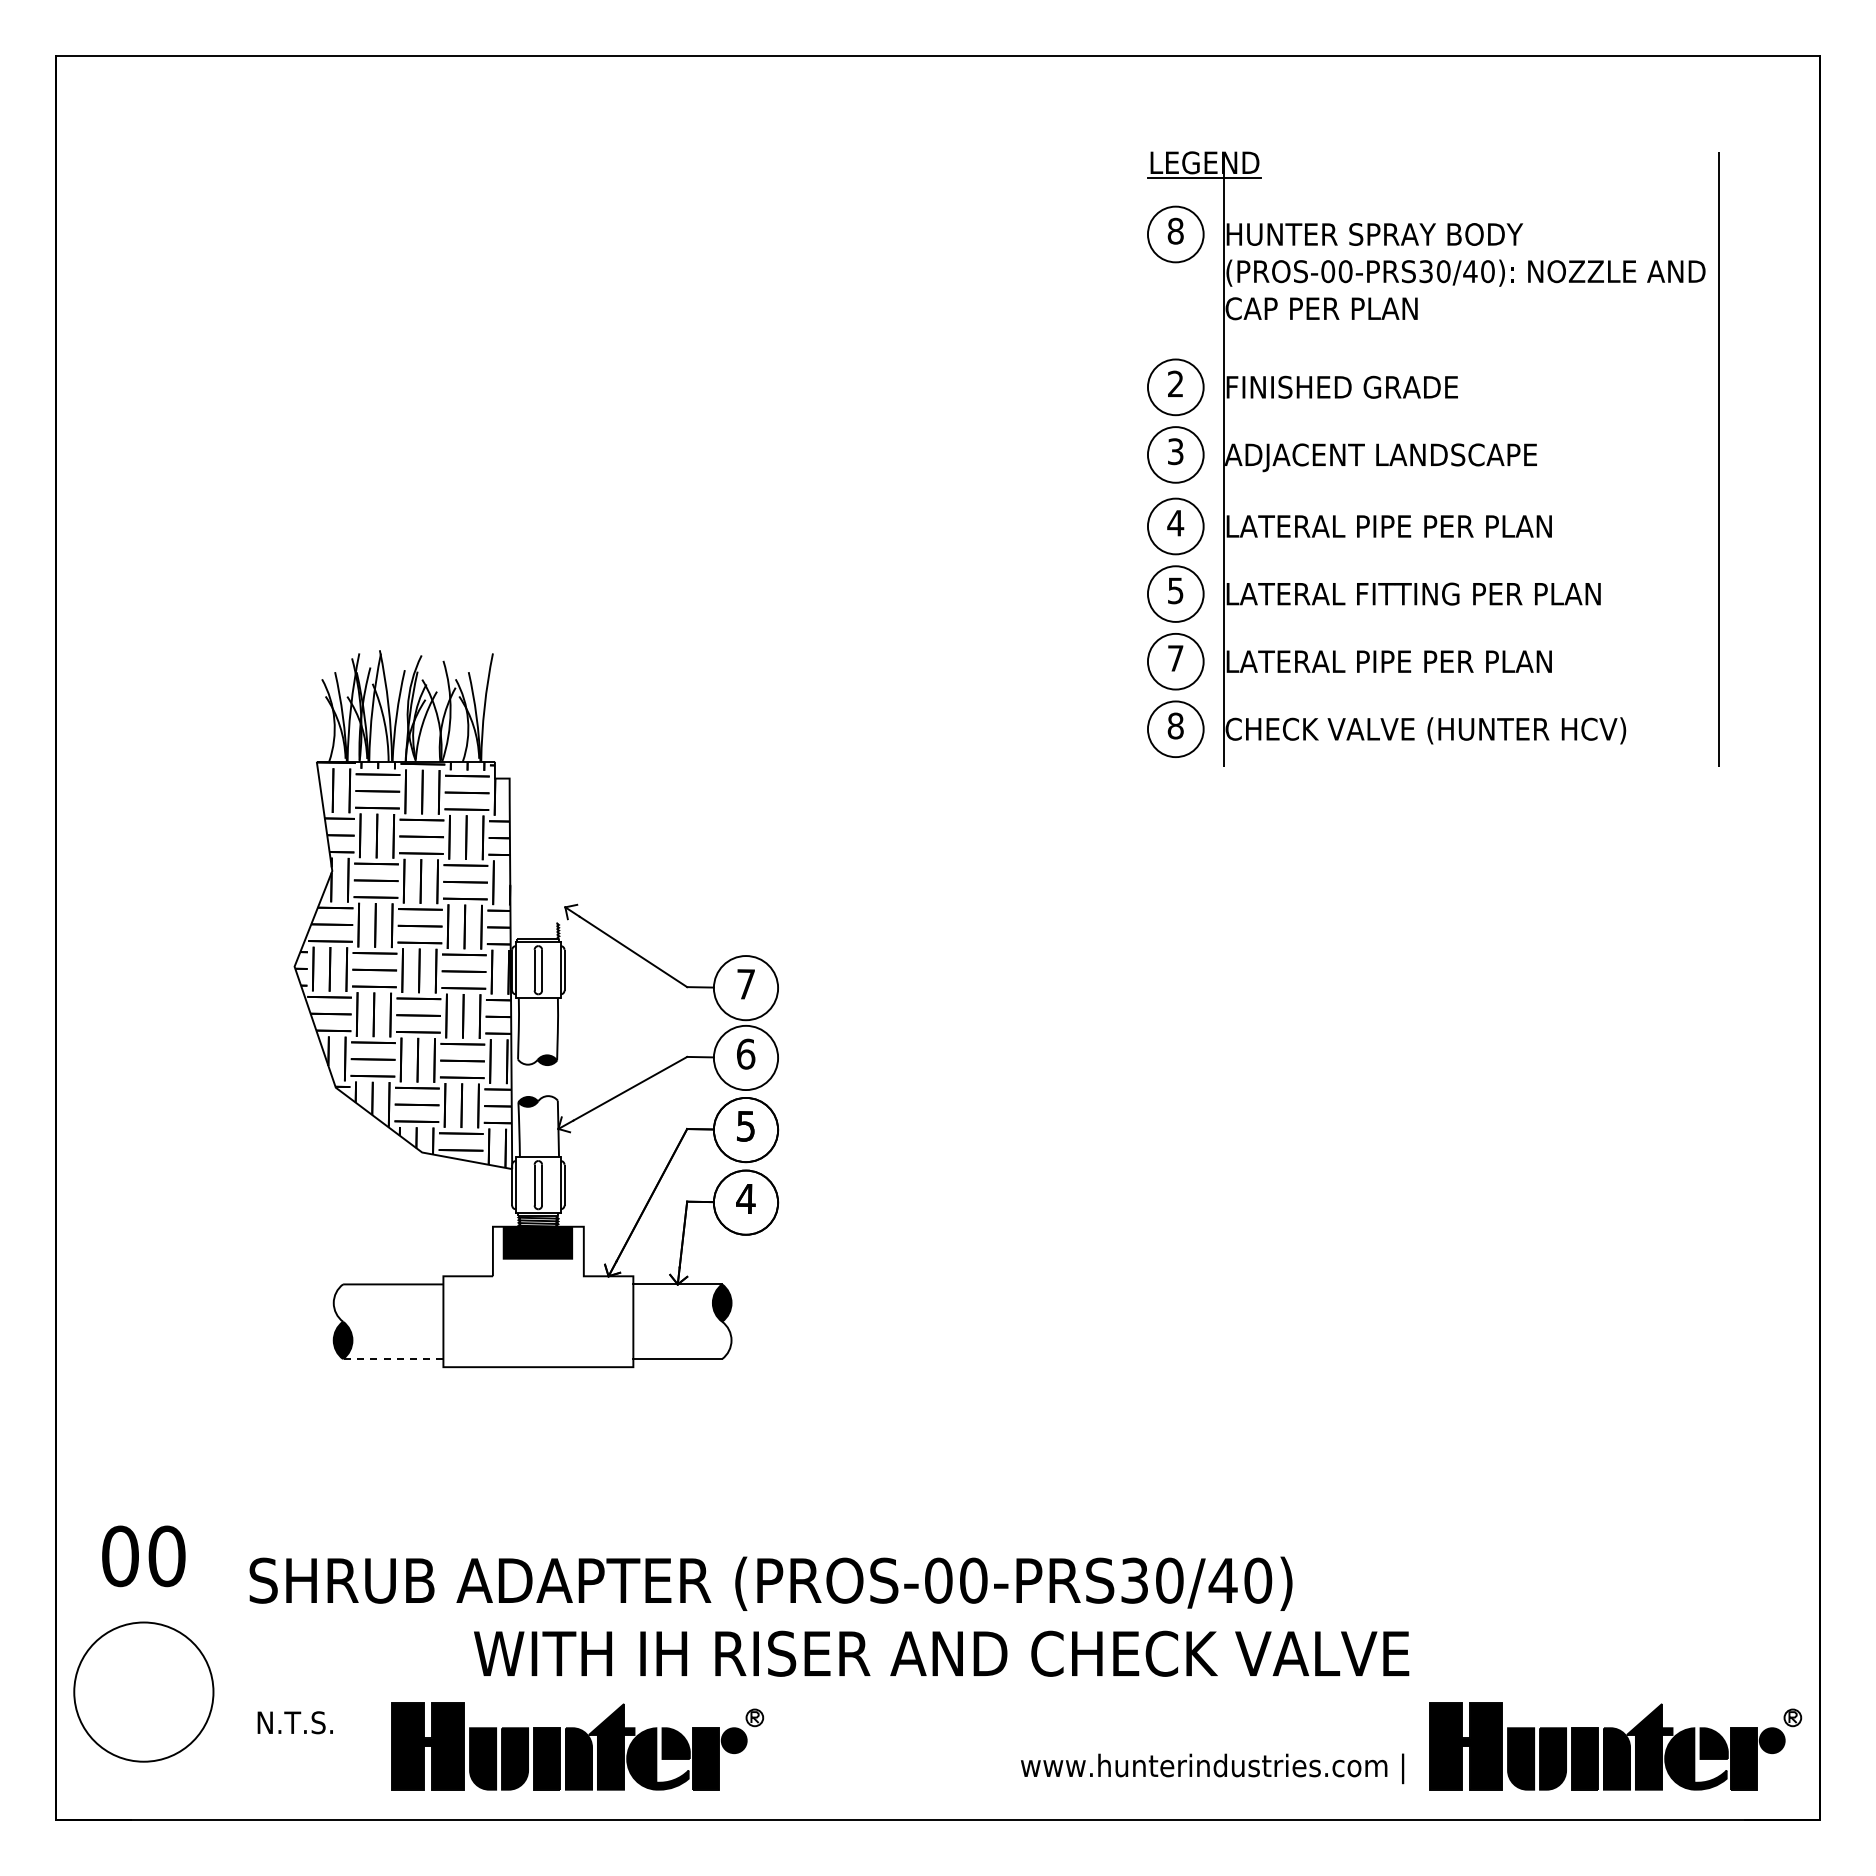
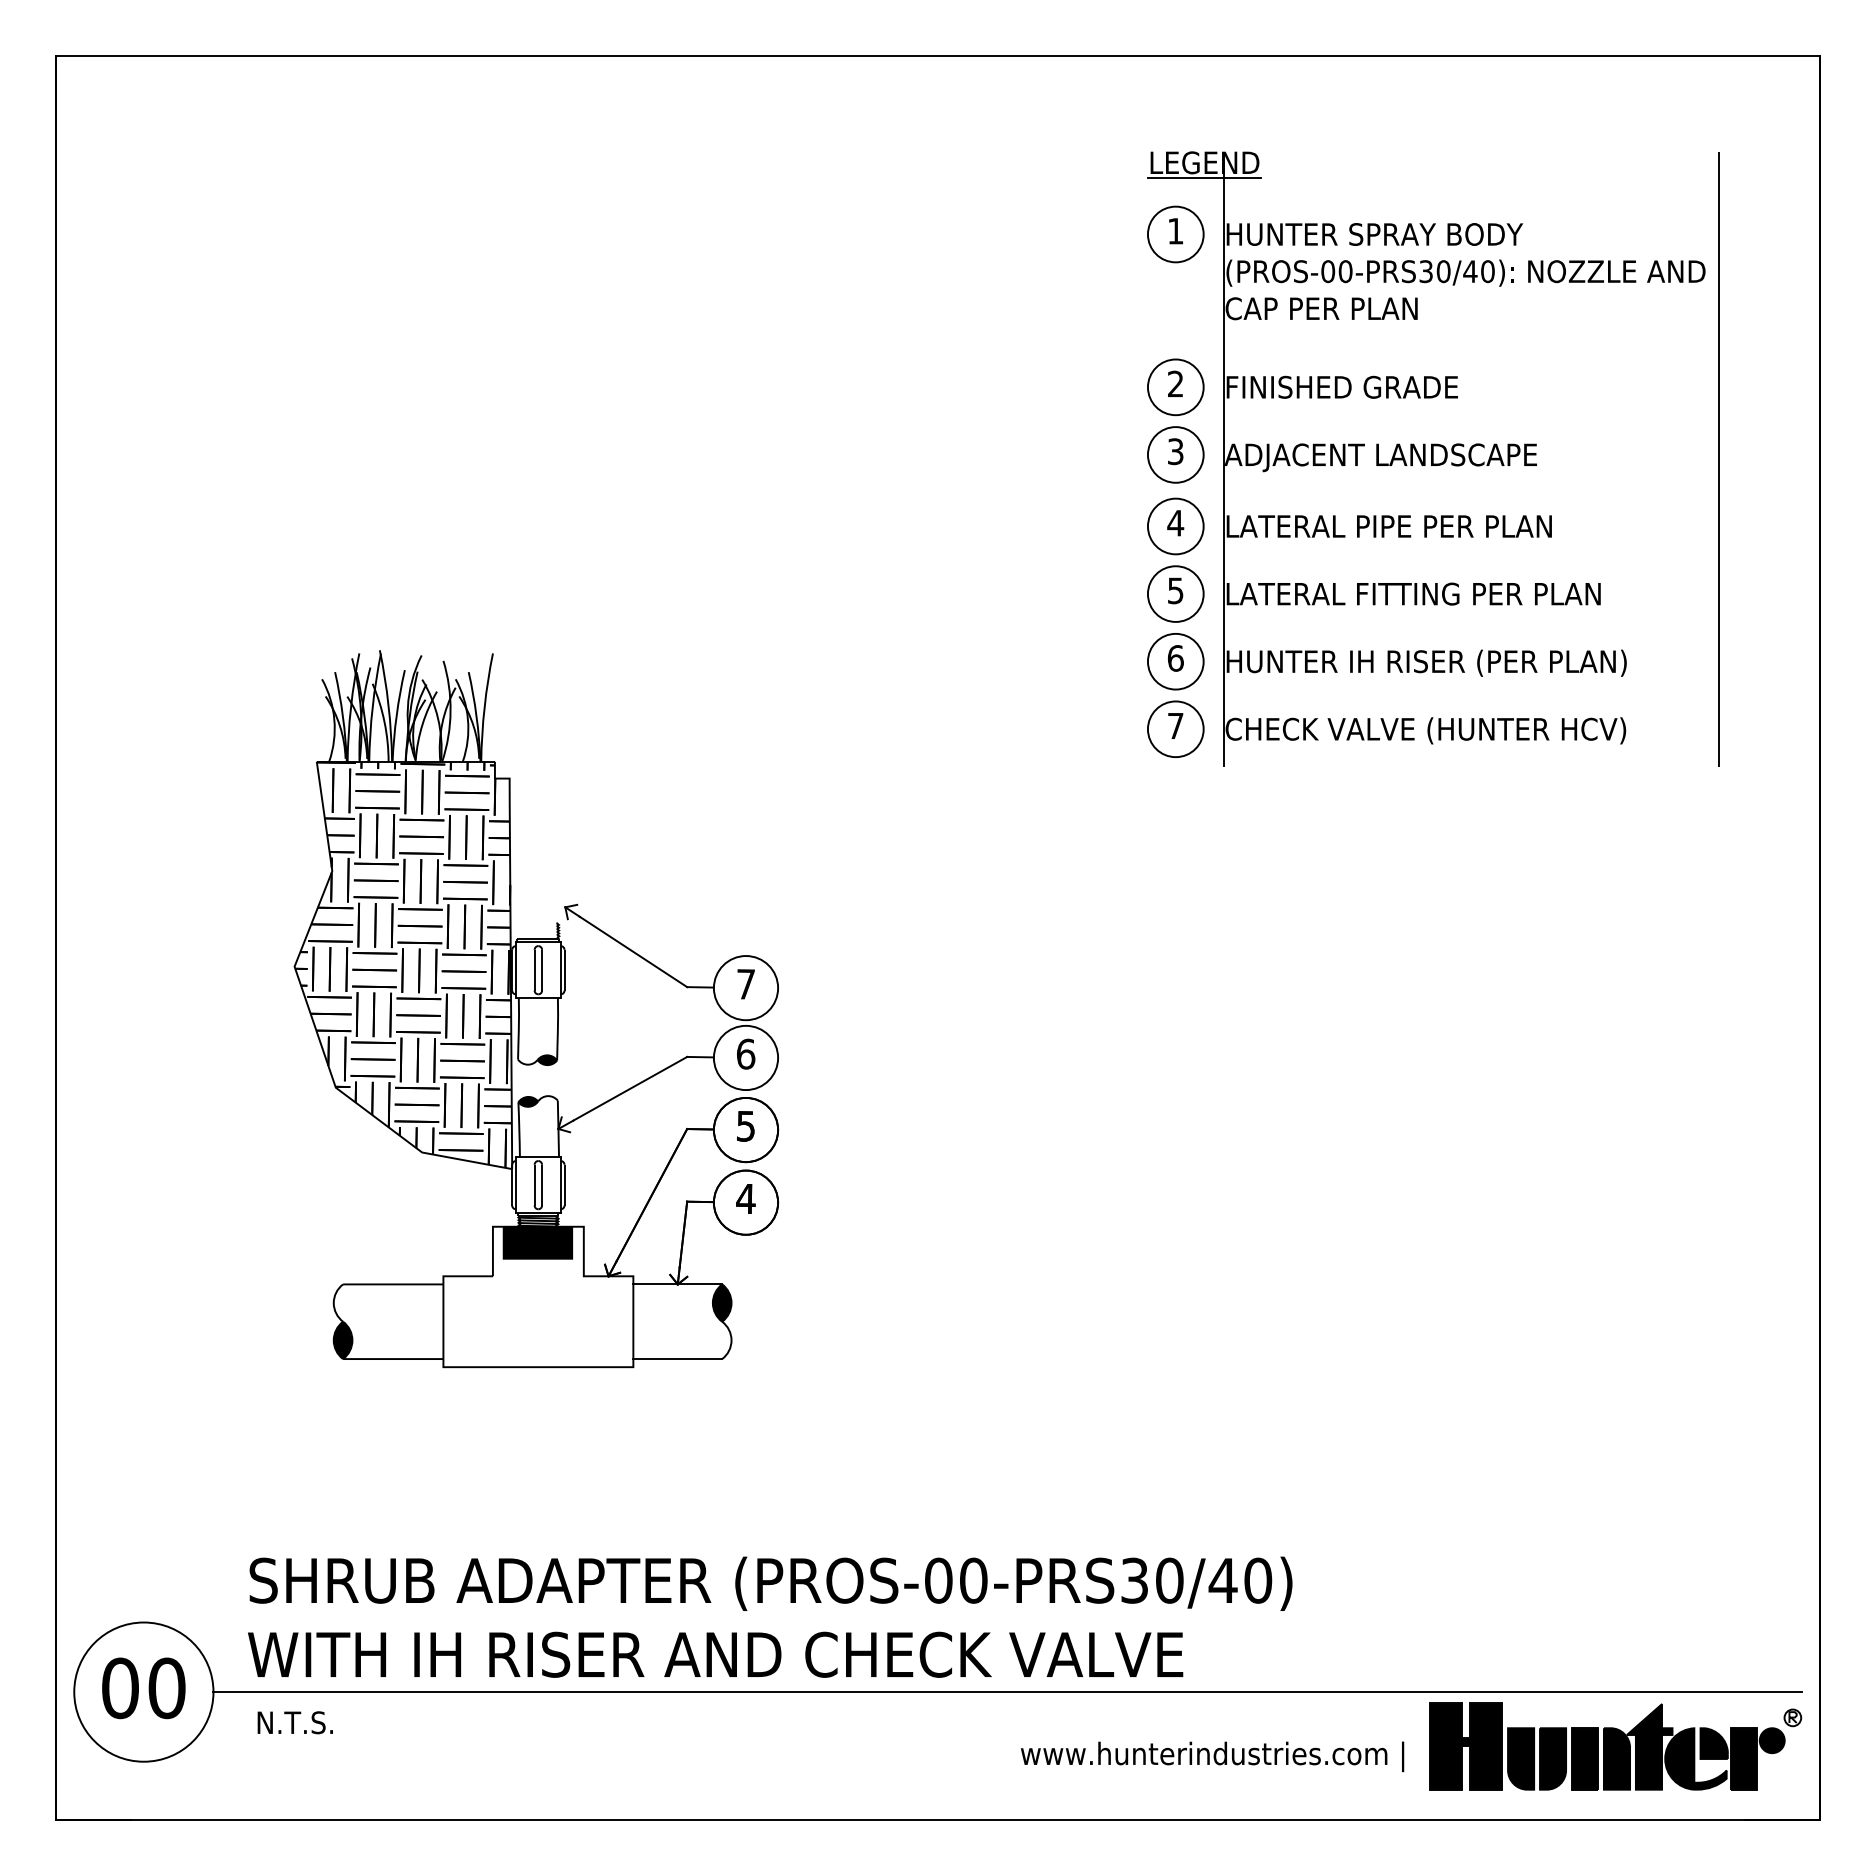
text at (1175, 230): 8 -> 1
text at (1175, 658): 7 -> 6
text at (1427, 662): LATERAL PIPE PER PLAN -> HUNTER IH RISER (PER PLAN)
text at (1175, 725): 8 -> 7
line at (392, 1359): dashed -> solid
text at (143, 1556) position: (143, 1556) -> (143, 1688)
text at (941, 1653) position: (941, 1653) -> (715, 1654)
line at (1007, 1692): none -> present
part at (577, 1746): present -> none
text at (1212, 1768) position: (1212, 1768) -> (1212, 1756)
